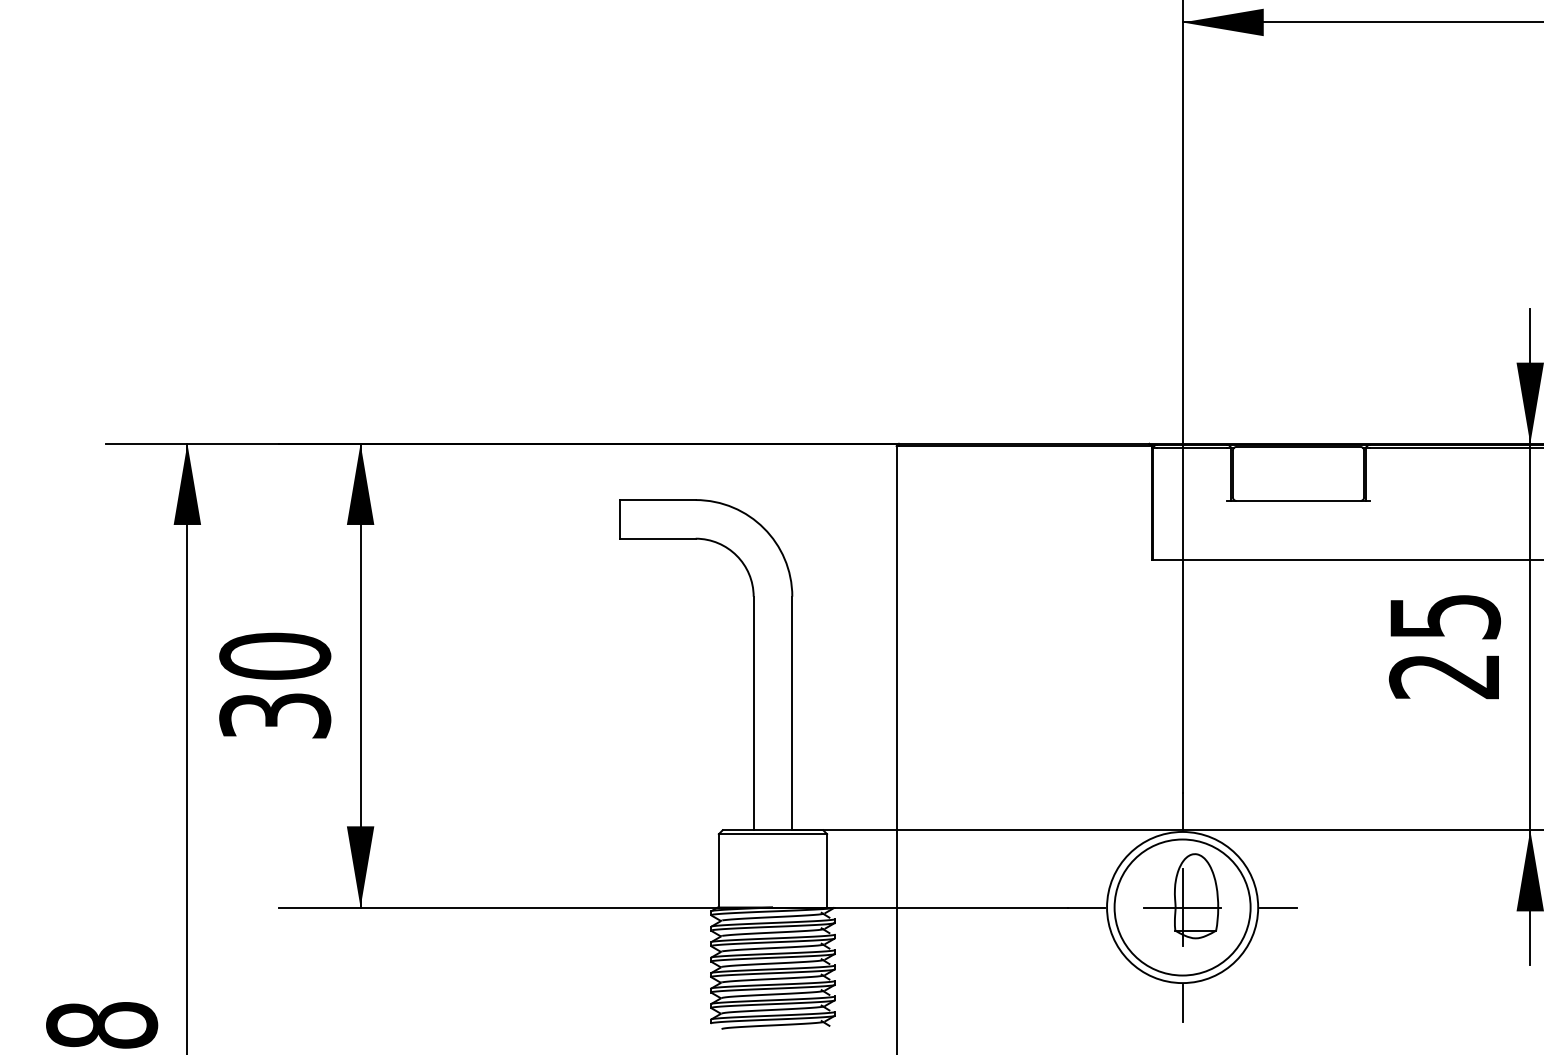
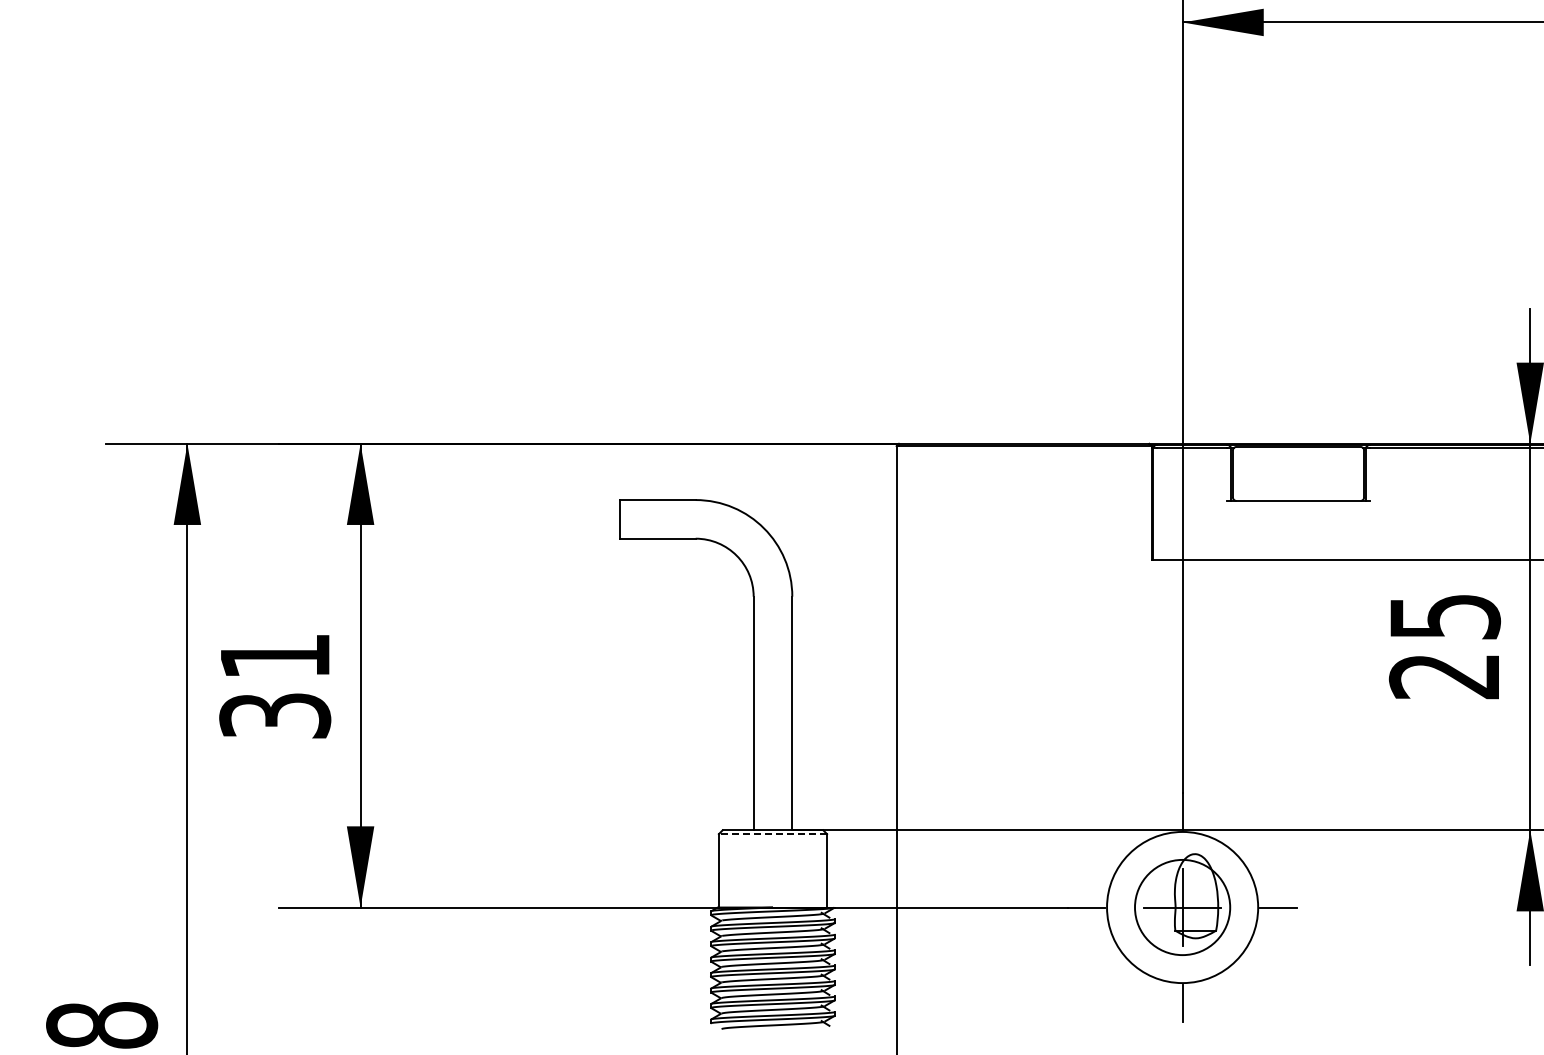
text at (275, 655): 30 -> 31
line at (772, 834): solid -> dashed
circle at (1182, 907) diameter: 136 px -> 95 px
